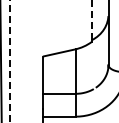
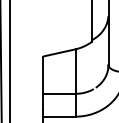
line at (92, 20): dashed -> solid
line at (10, 61): dashed -> solid
